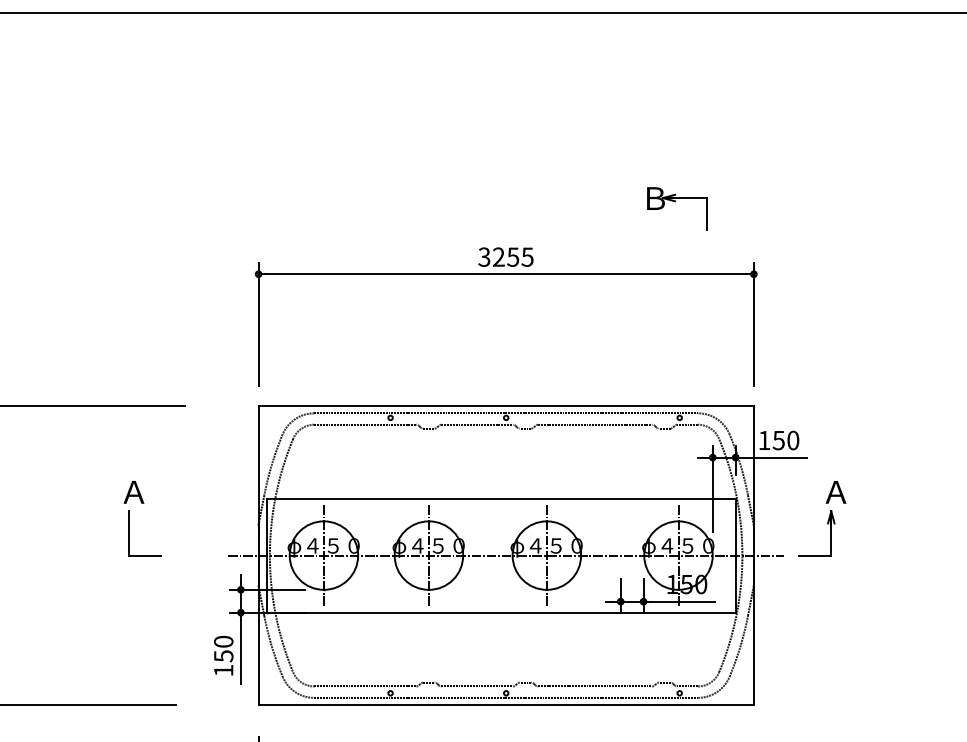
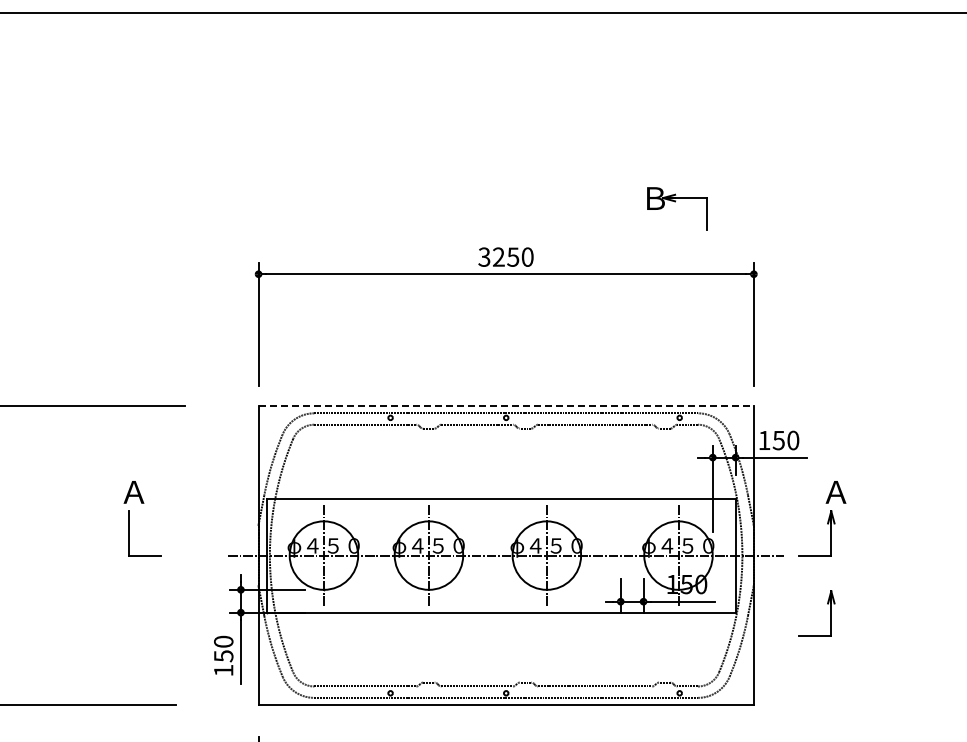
text at (527, 256): 3255 -> 3250
line at (506, 405): solid -> dashed
part at (830, 613): none -> present
